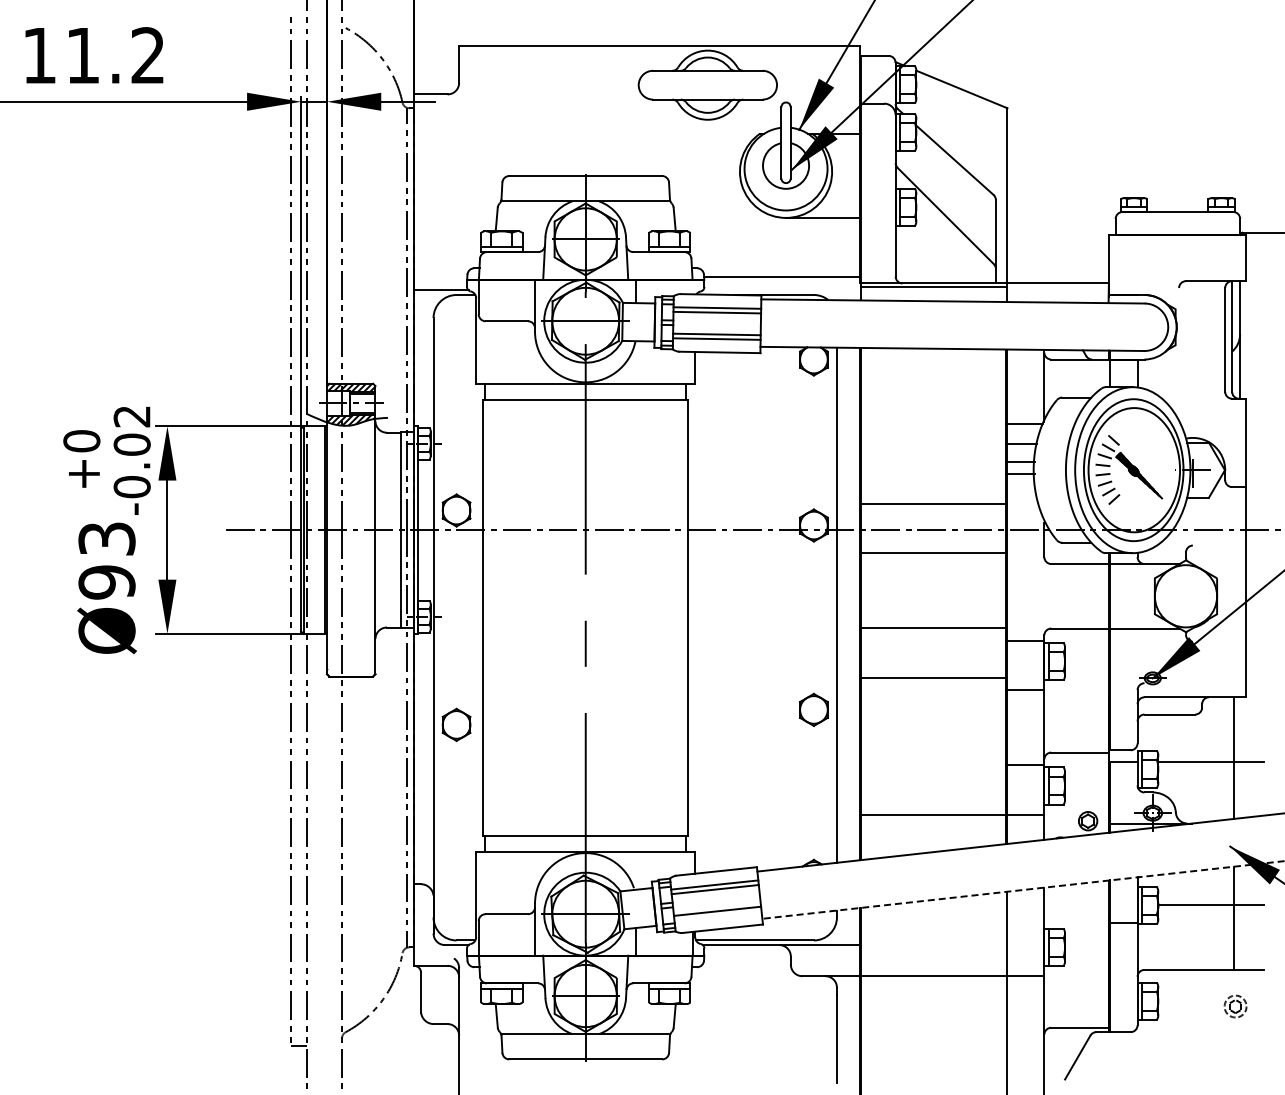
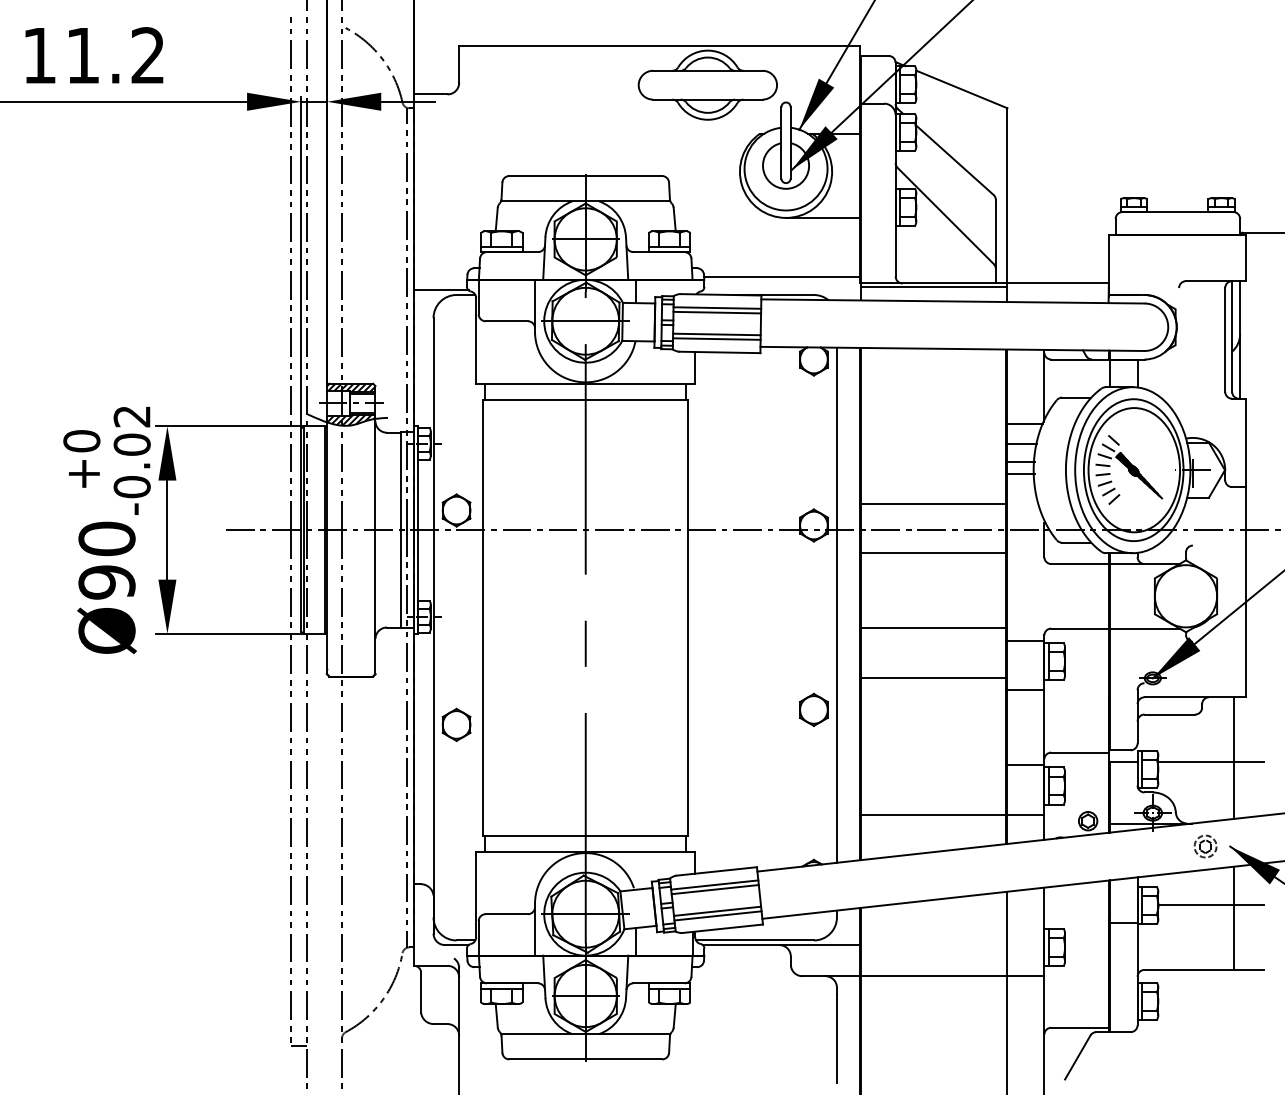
text at (106, 538): Ø93 -> Ø90
line at (1023, 889): dashed -> solid
line at (717, 915): none -> present
part at (1235, 1006) position: (1235, 1006) -> (1205, 846)
